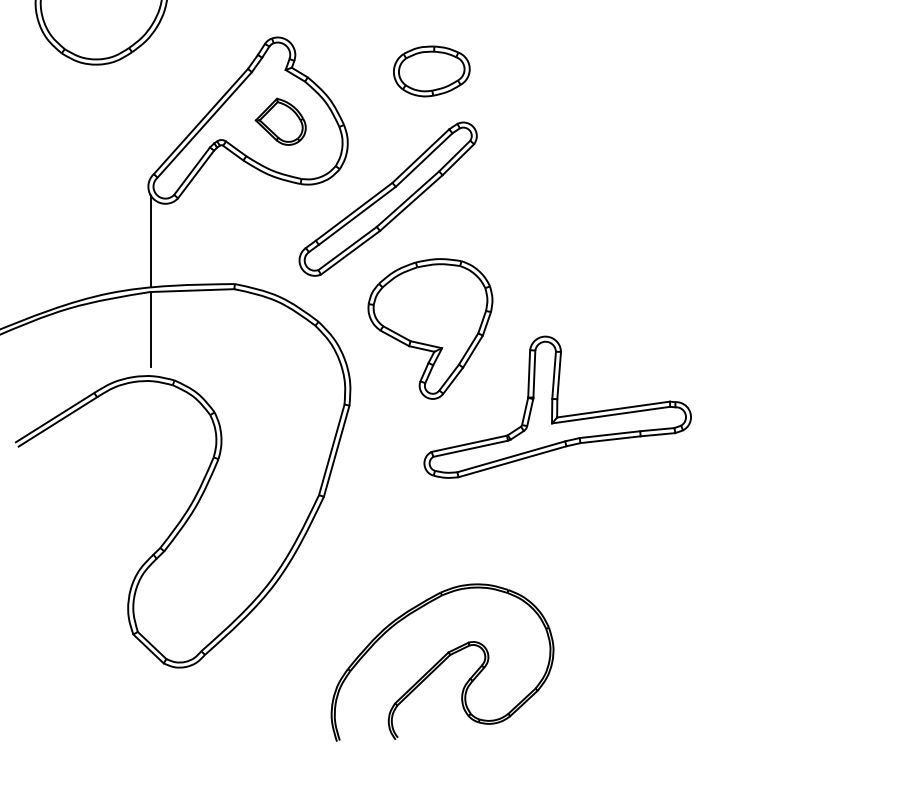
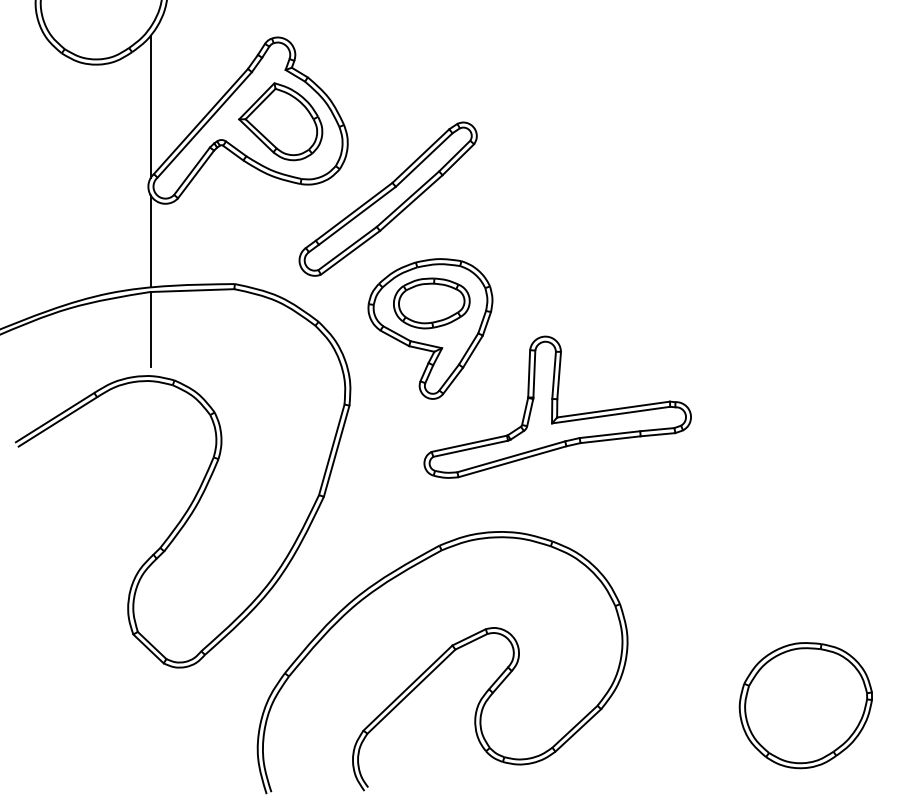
part at (431, 71) position: (431, 71) -> (431, 303)
line at (150, 106): none -> present
part at (280, 121) size: 53x49 px -> 86x80 px
part at (442, 662) size: 225x159 px -> 373x264 px
part at (805, 705): none -> present
